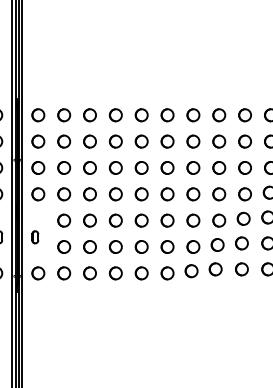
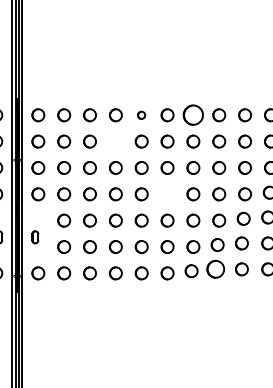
circle at (141, 115) size: 15x15 px -> 10x10 px
circle at (193, 115) size: 15x15 px -> 22x22 px
circle at (115, 141): present -> none
circle at (167, 194): present -> none
circle at (215, 269) size: 15x15 px -> 20x20 px
